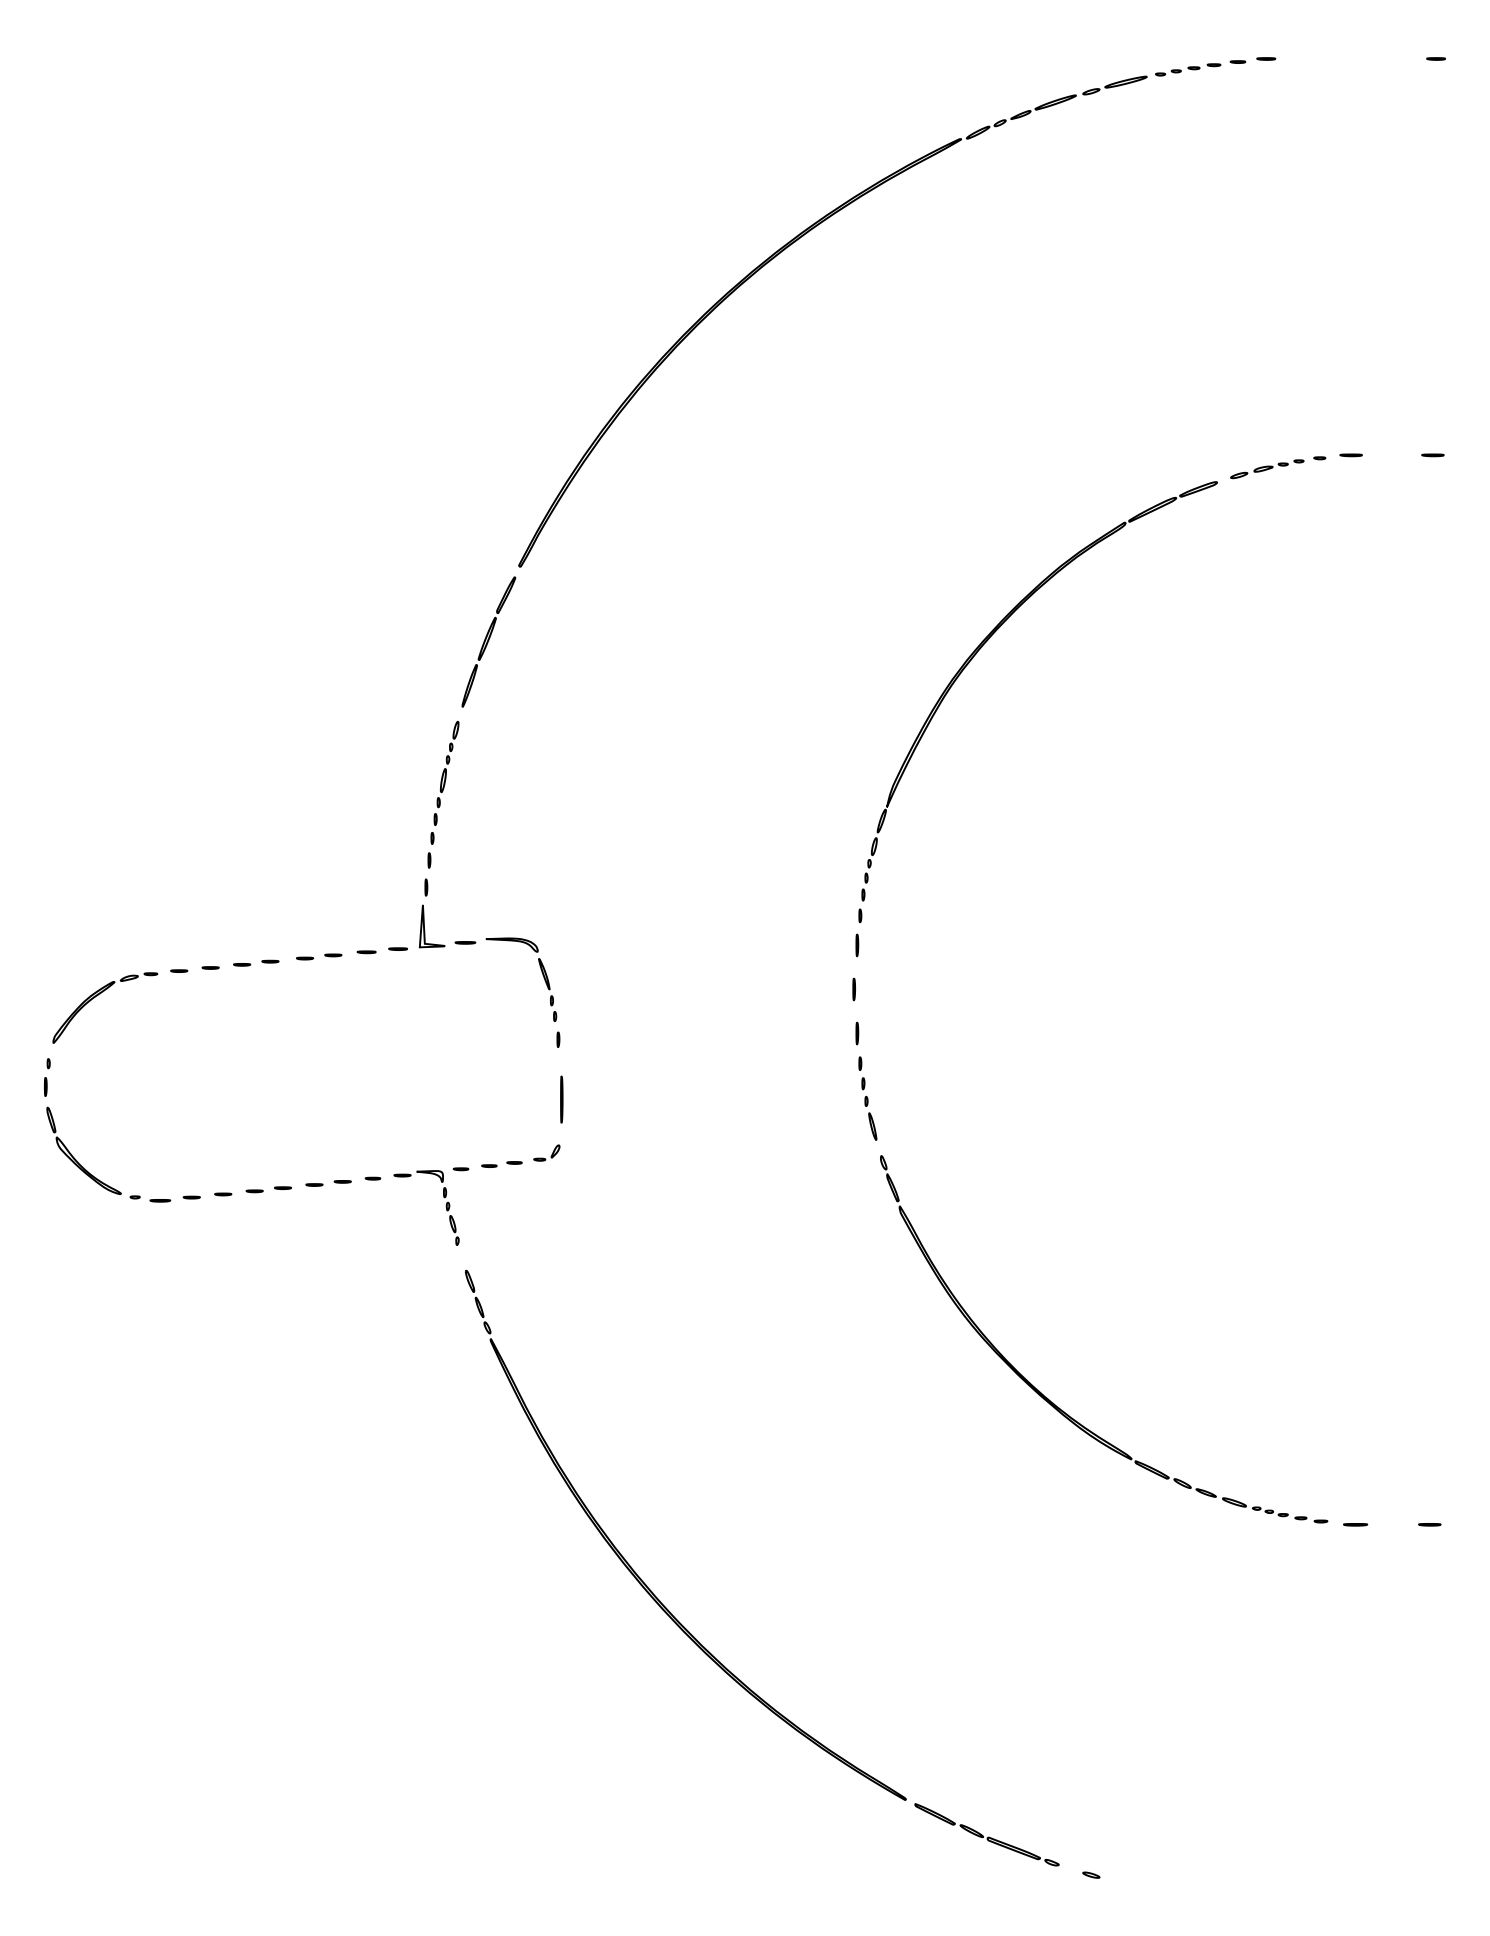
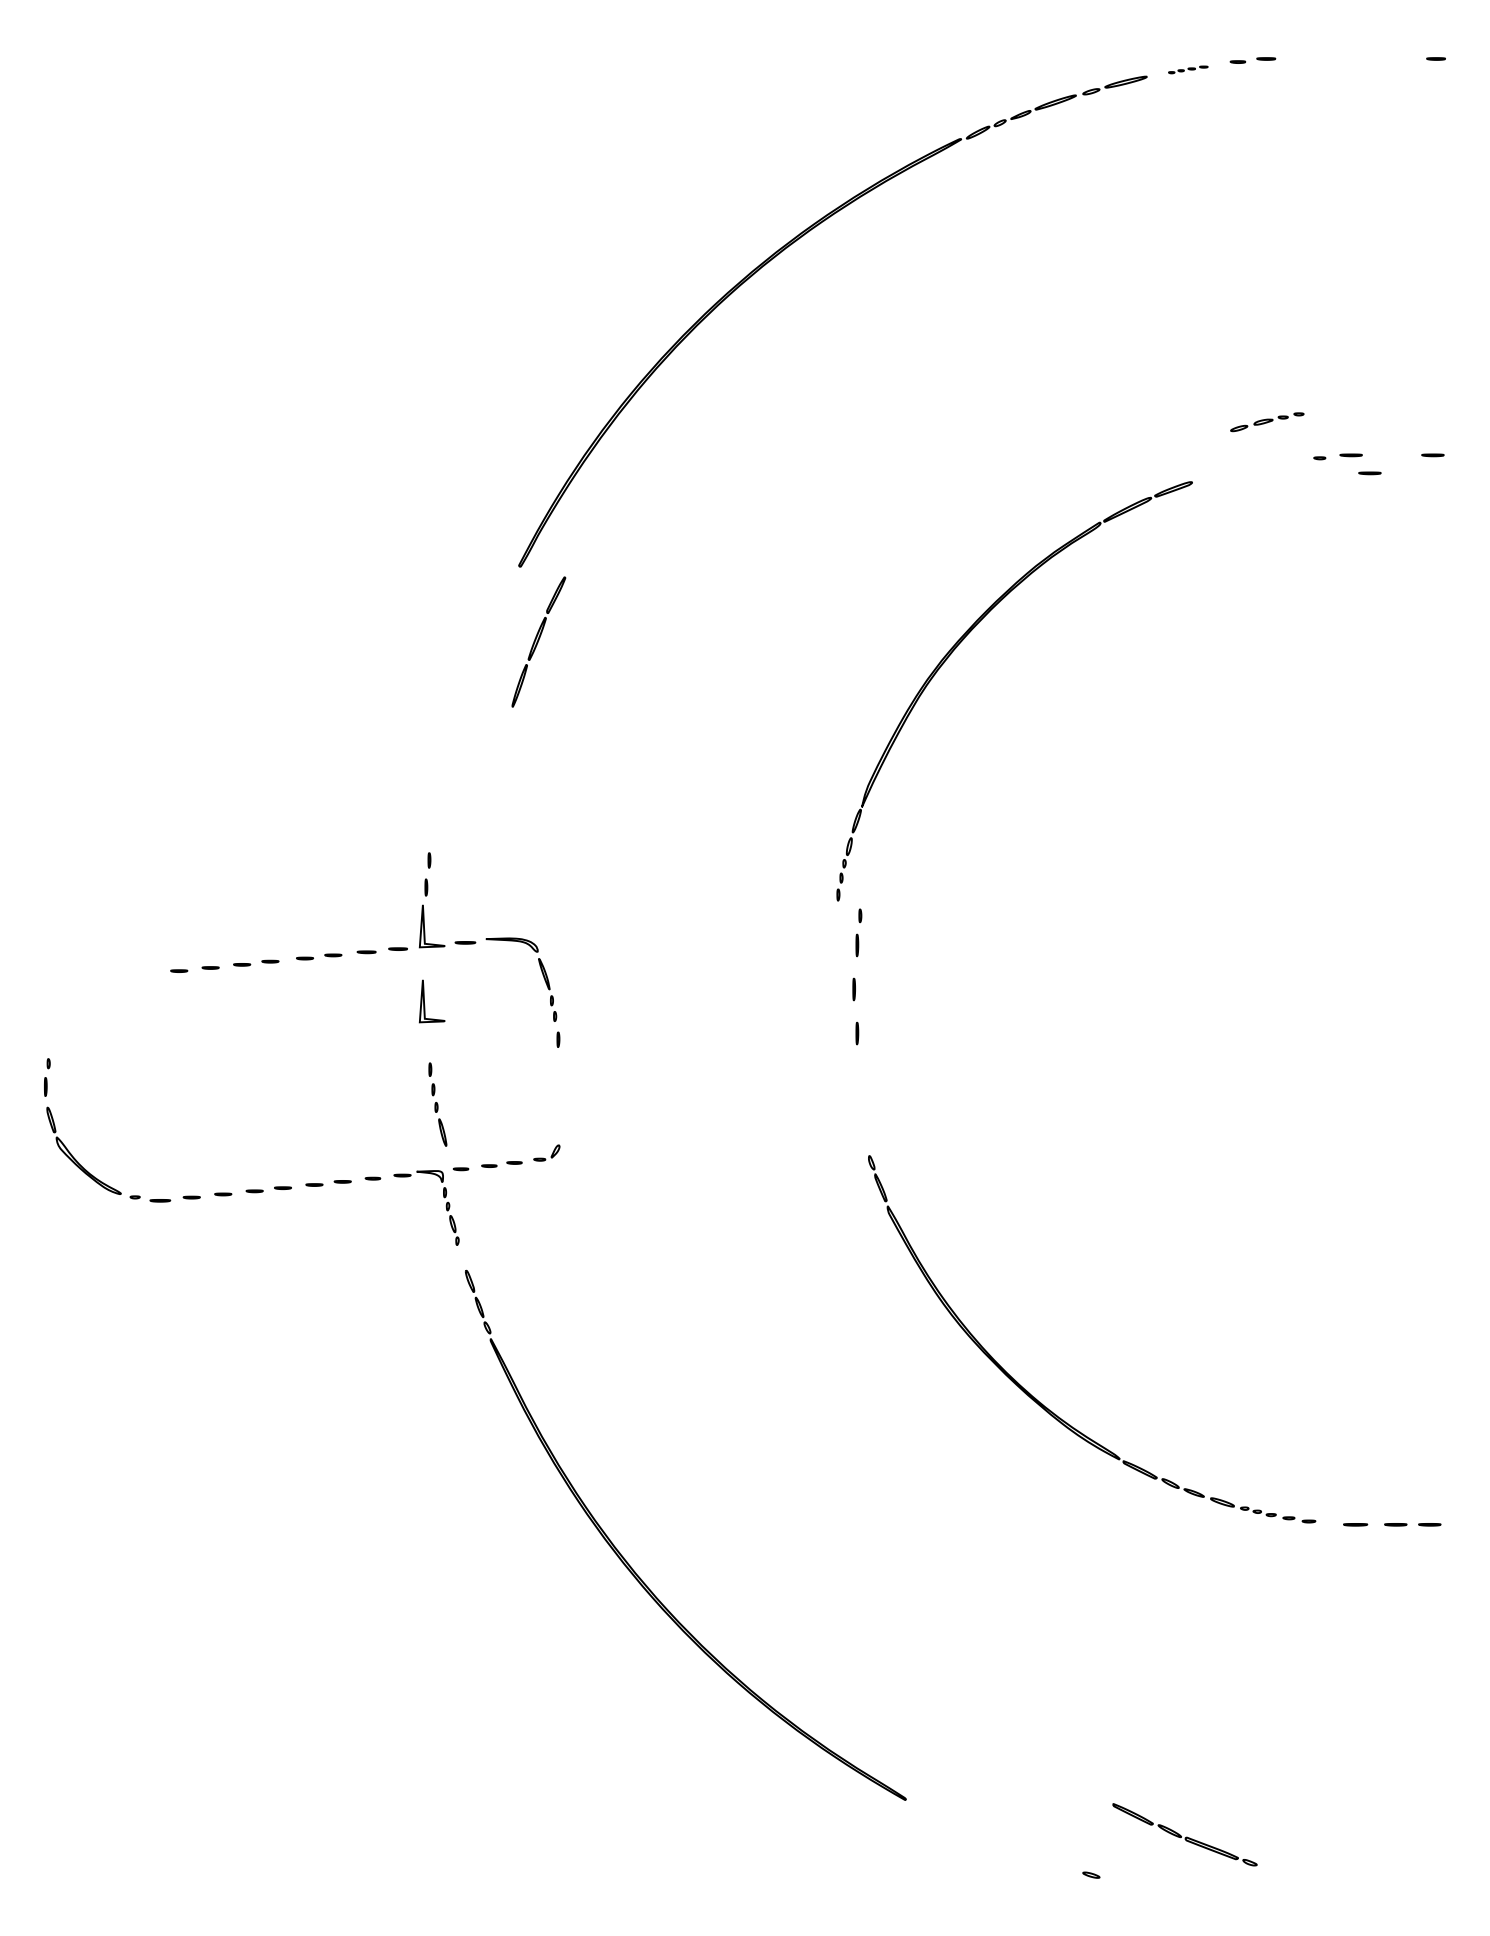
part at (1188, 69) size: 67x14 px -> 41x10 px
part at (1267, 469) position: (1267, 469) -> (1267, 422)
line at (1369, 473): none -> present
part at (488, 641) position: (488, 641) -> (538, 641)
part at (982, 647) position: (982, 647) -> (957, 647)
part at (444, 782): present -> none
part at (97, 996): present -> none
part at (424, 1001): none -> present
part at (867, 1098) position: (867, 1098) -> (437, 1104)
line at (561, 1099): present -> none
part at (1053, 1402) position: (1053, 1402) -> (1041, 1402)
line at (1395, 1524): none -> present
part at (986, 1834) position: (986, 1834) -> (1184, 1834)
